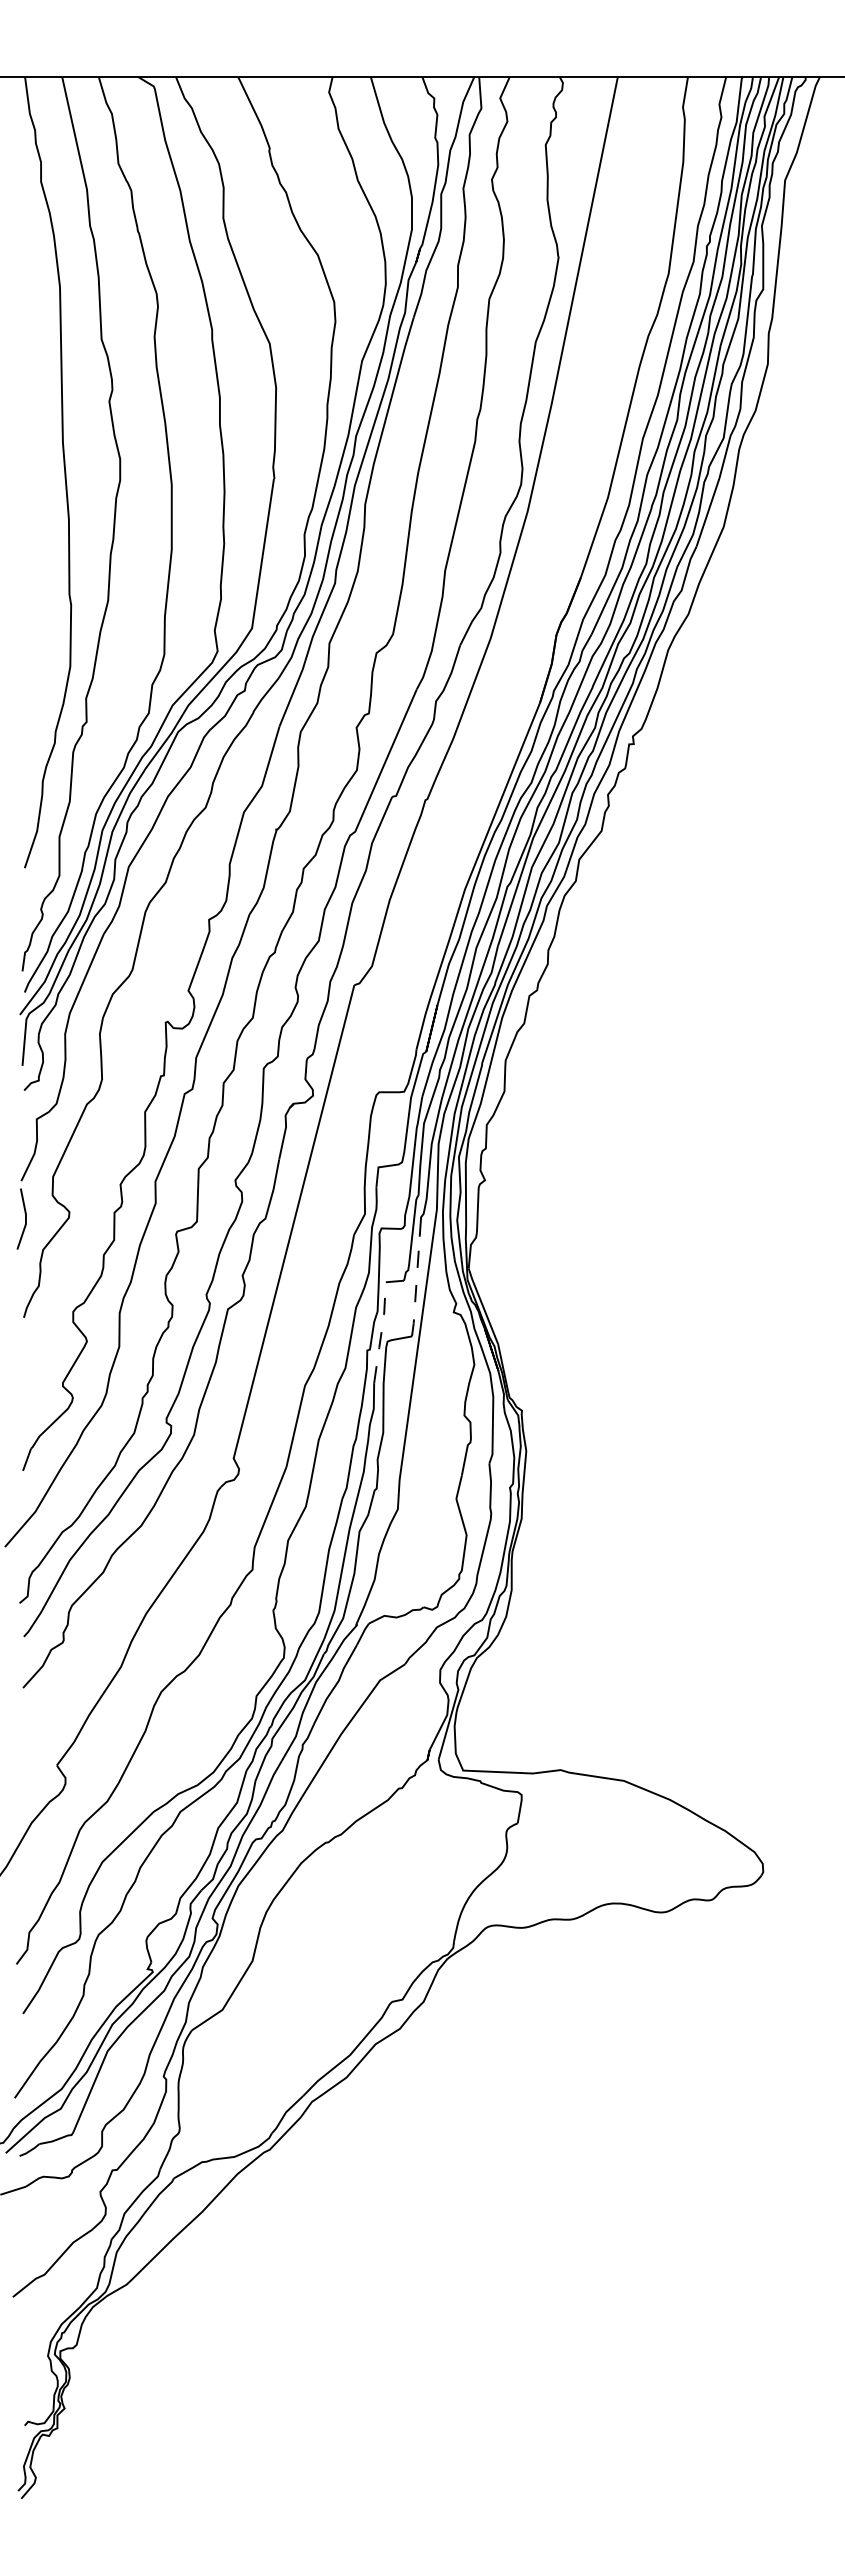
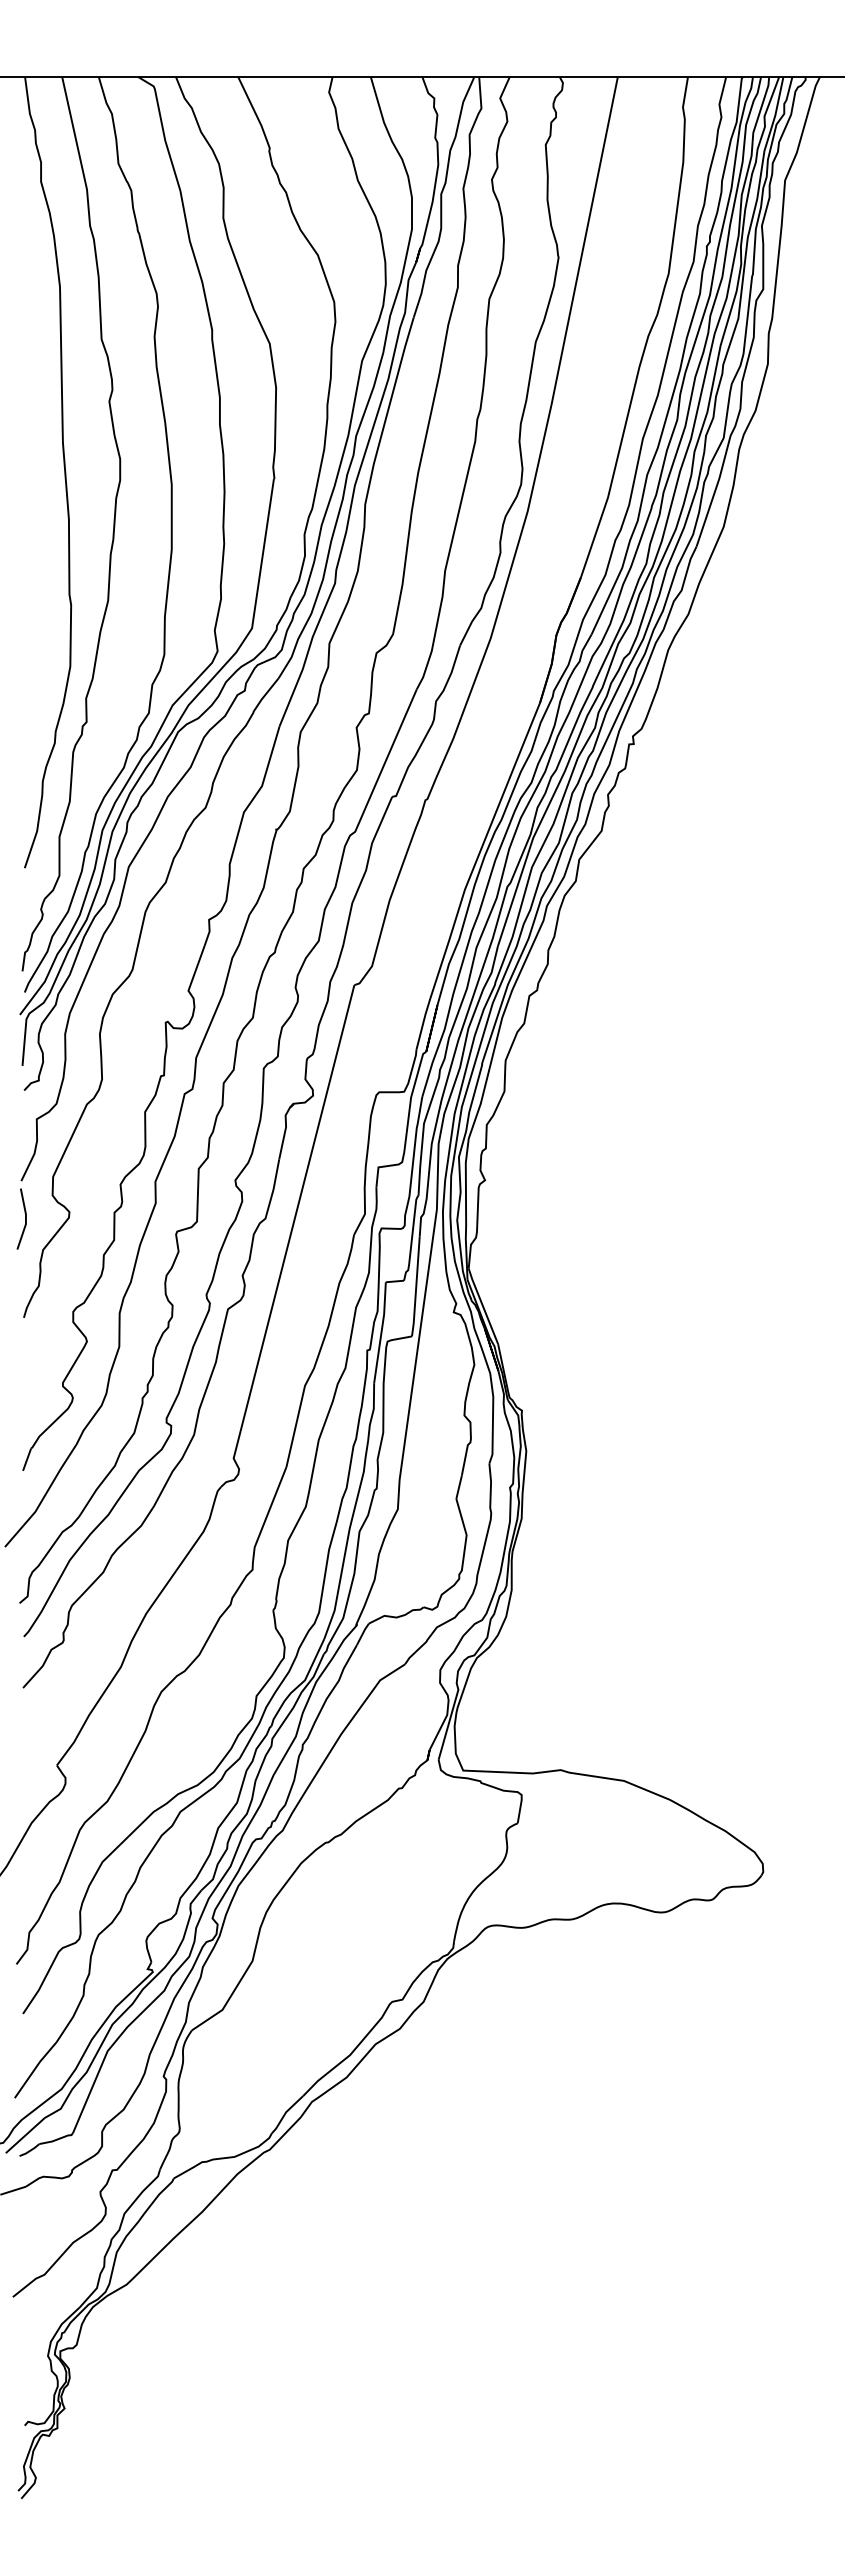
line at (416, 1287): dashed -> solid
line at (381, 1331): dashed -> solid
